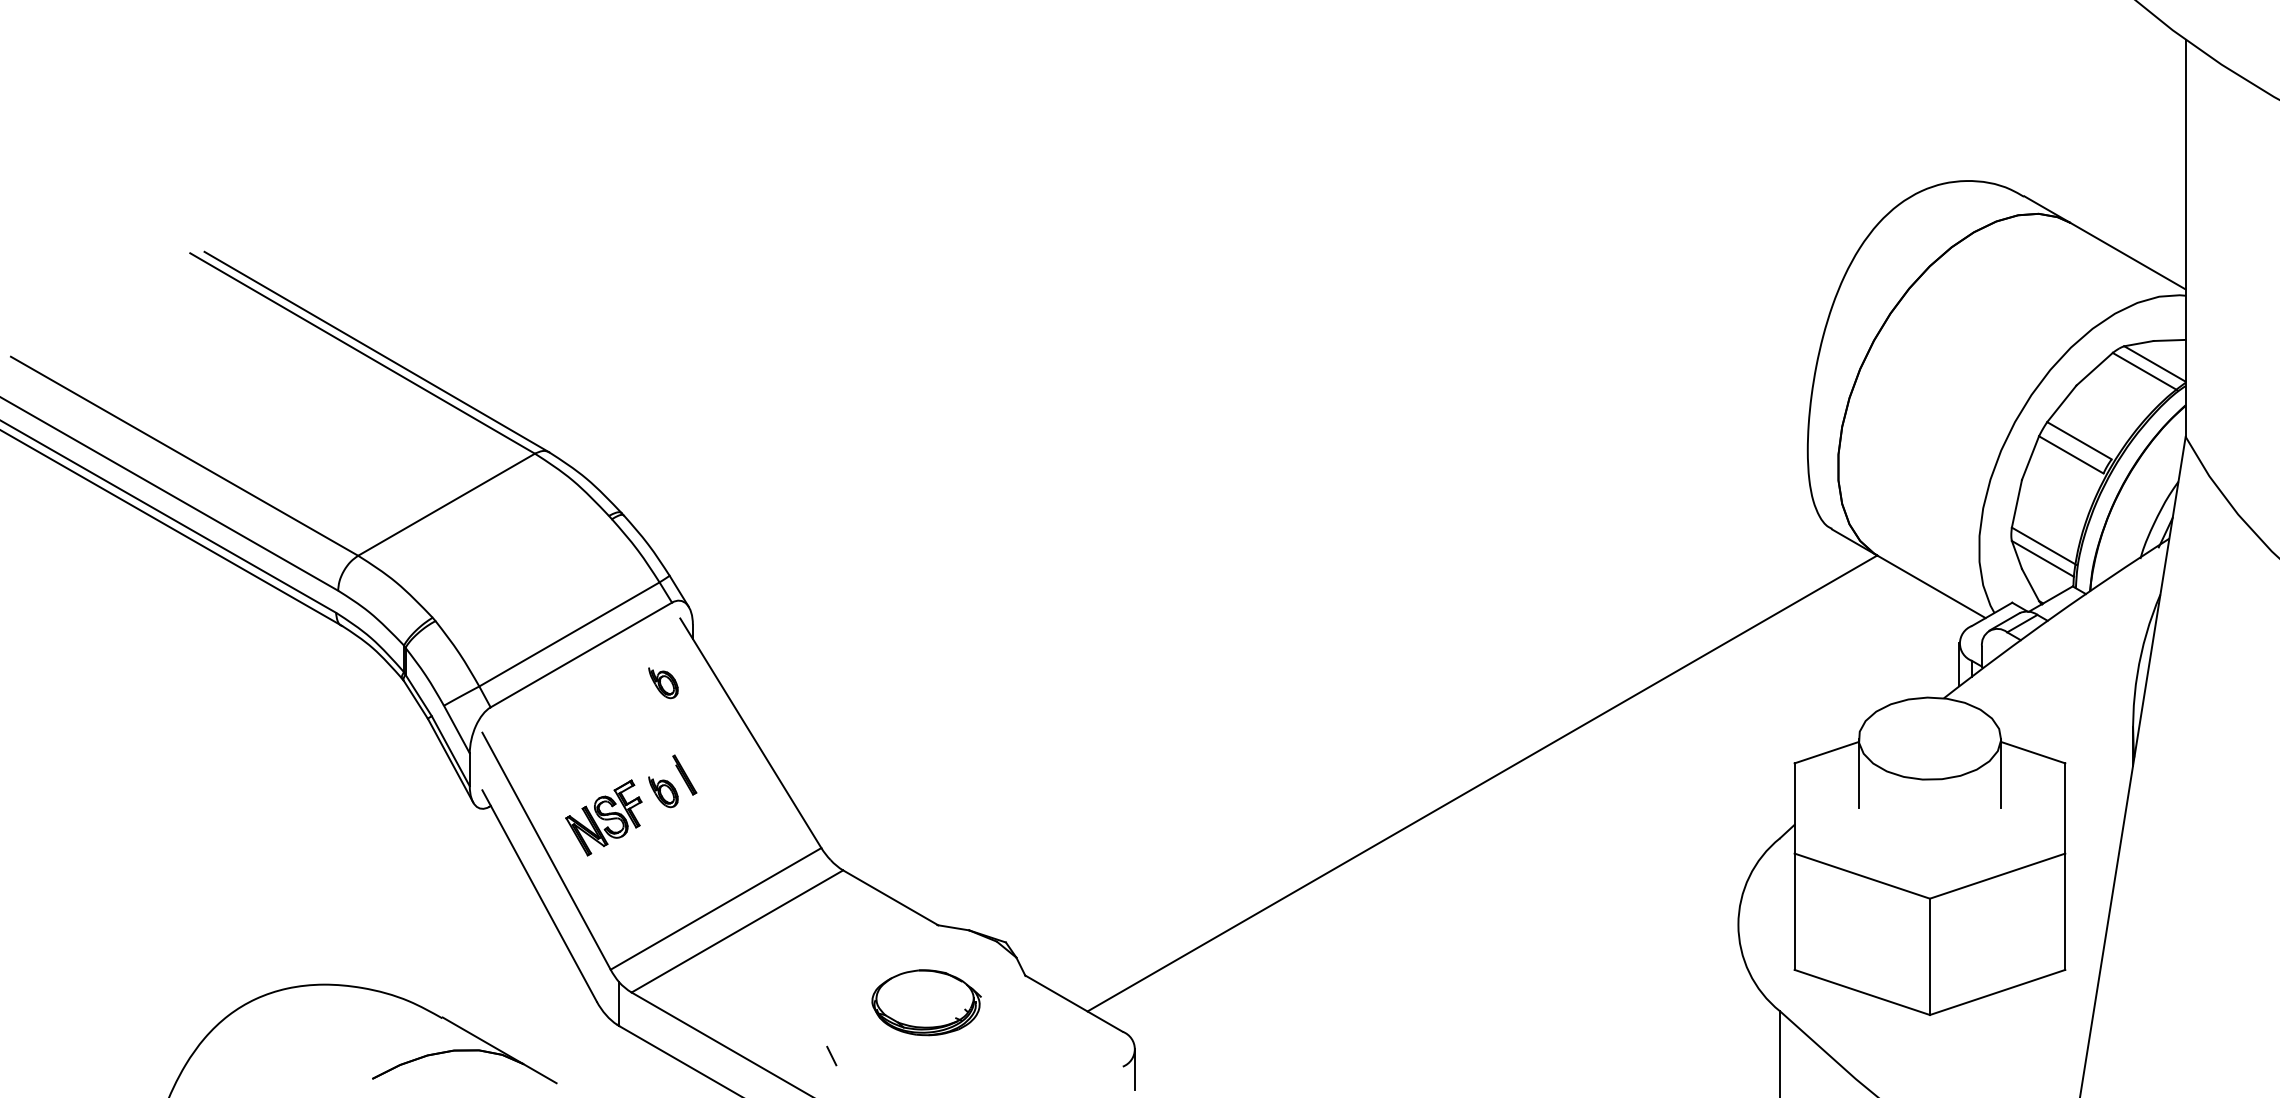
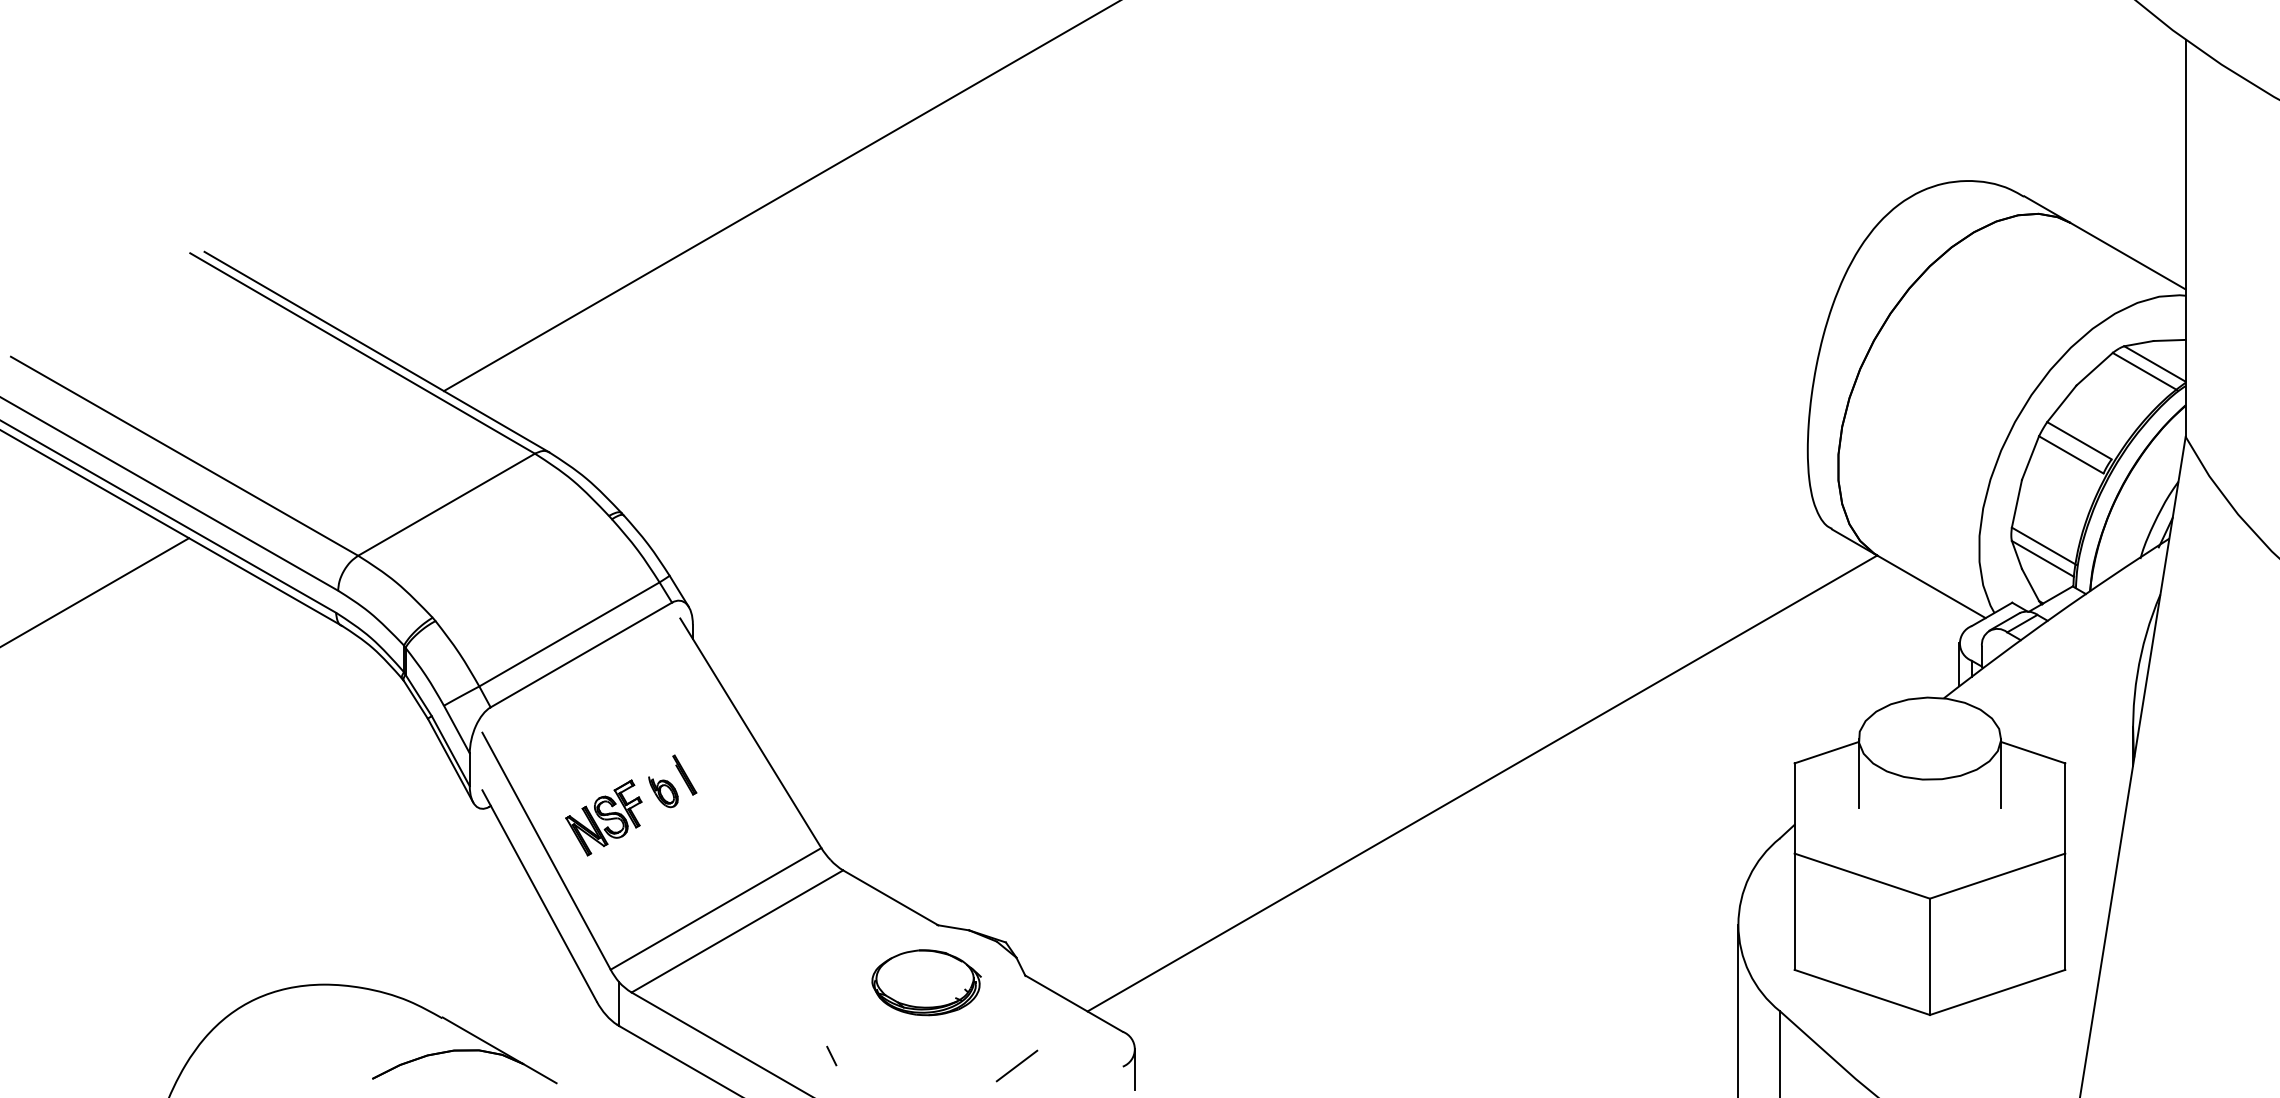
line at (780, 196): none -> present
line at (95, 591): none -> present
part at (663, 683): present -> none
part at (926, 1002) position: (926, 1002) -> (926, 982)
line at (1737, 1009): none -> present
line at (1016, 1065): none -> present
